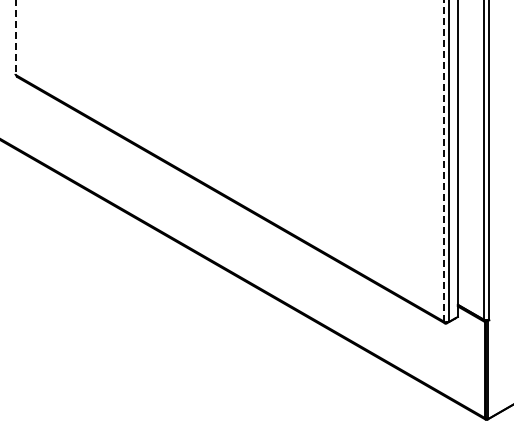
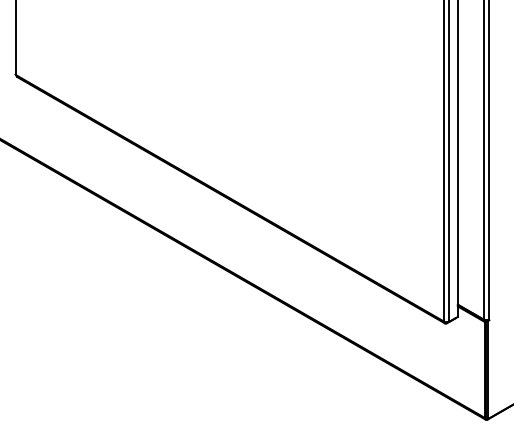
line at (16, 38): dashed -> solid
line at (444, 160): dashed -> solid
